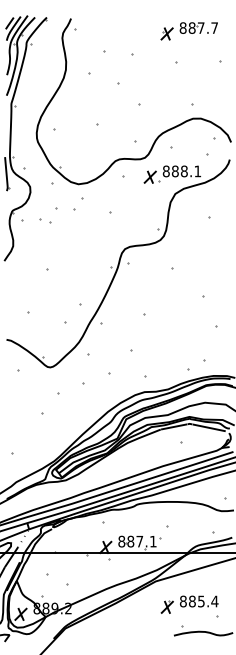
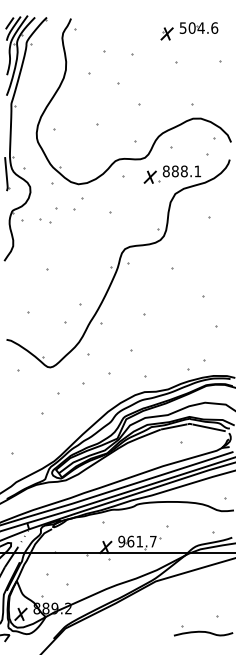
text at (198, 27): 887.7 -> 504.6
text at (137, 541): 887.1 -> 961.7
part at (189, 604): present -> none
